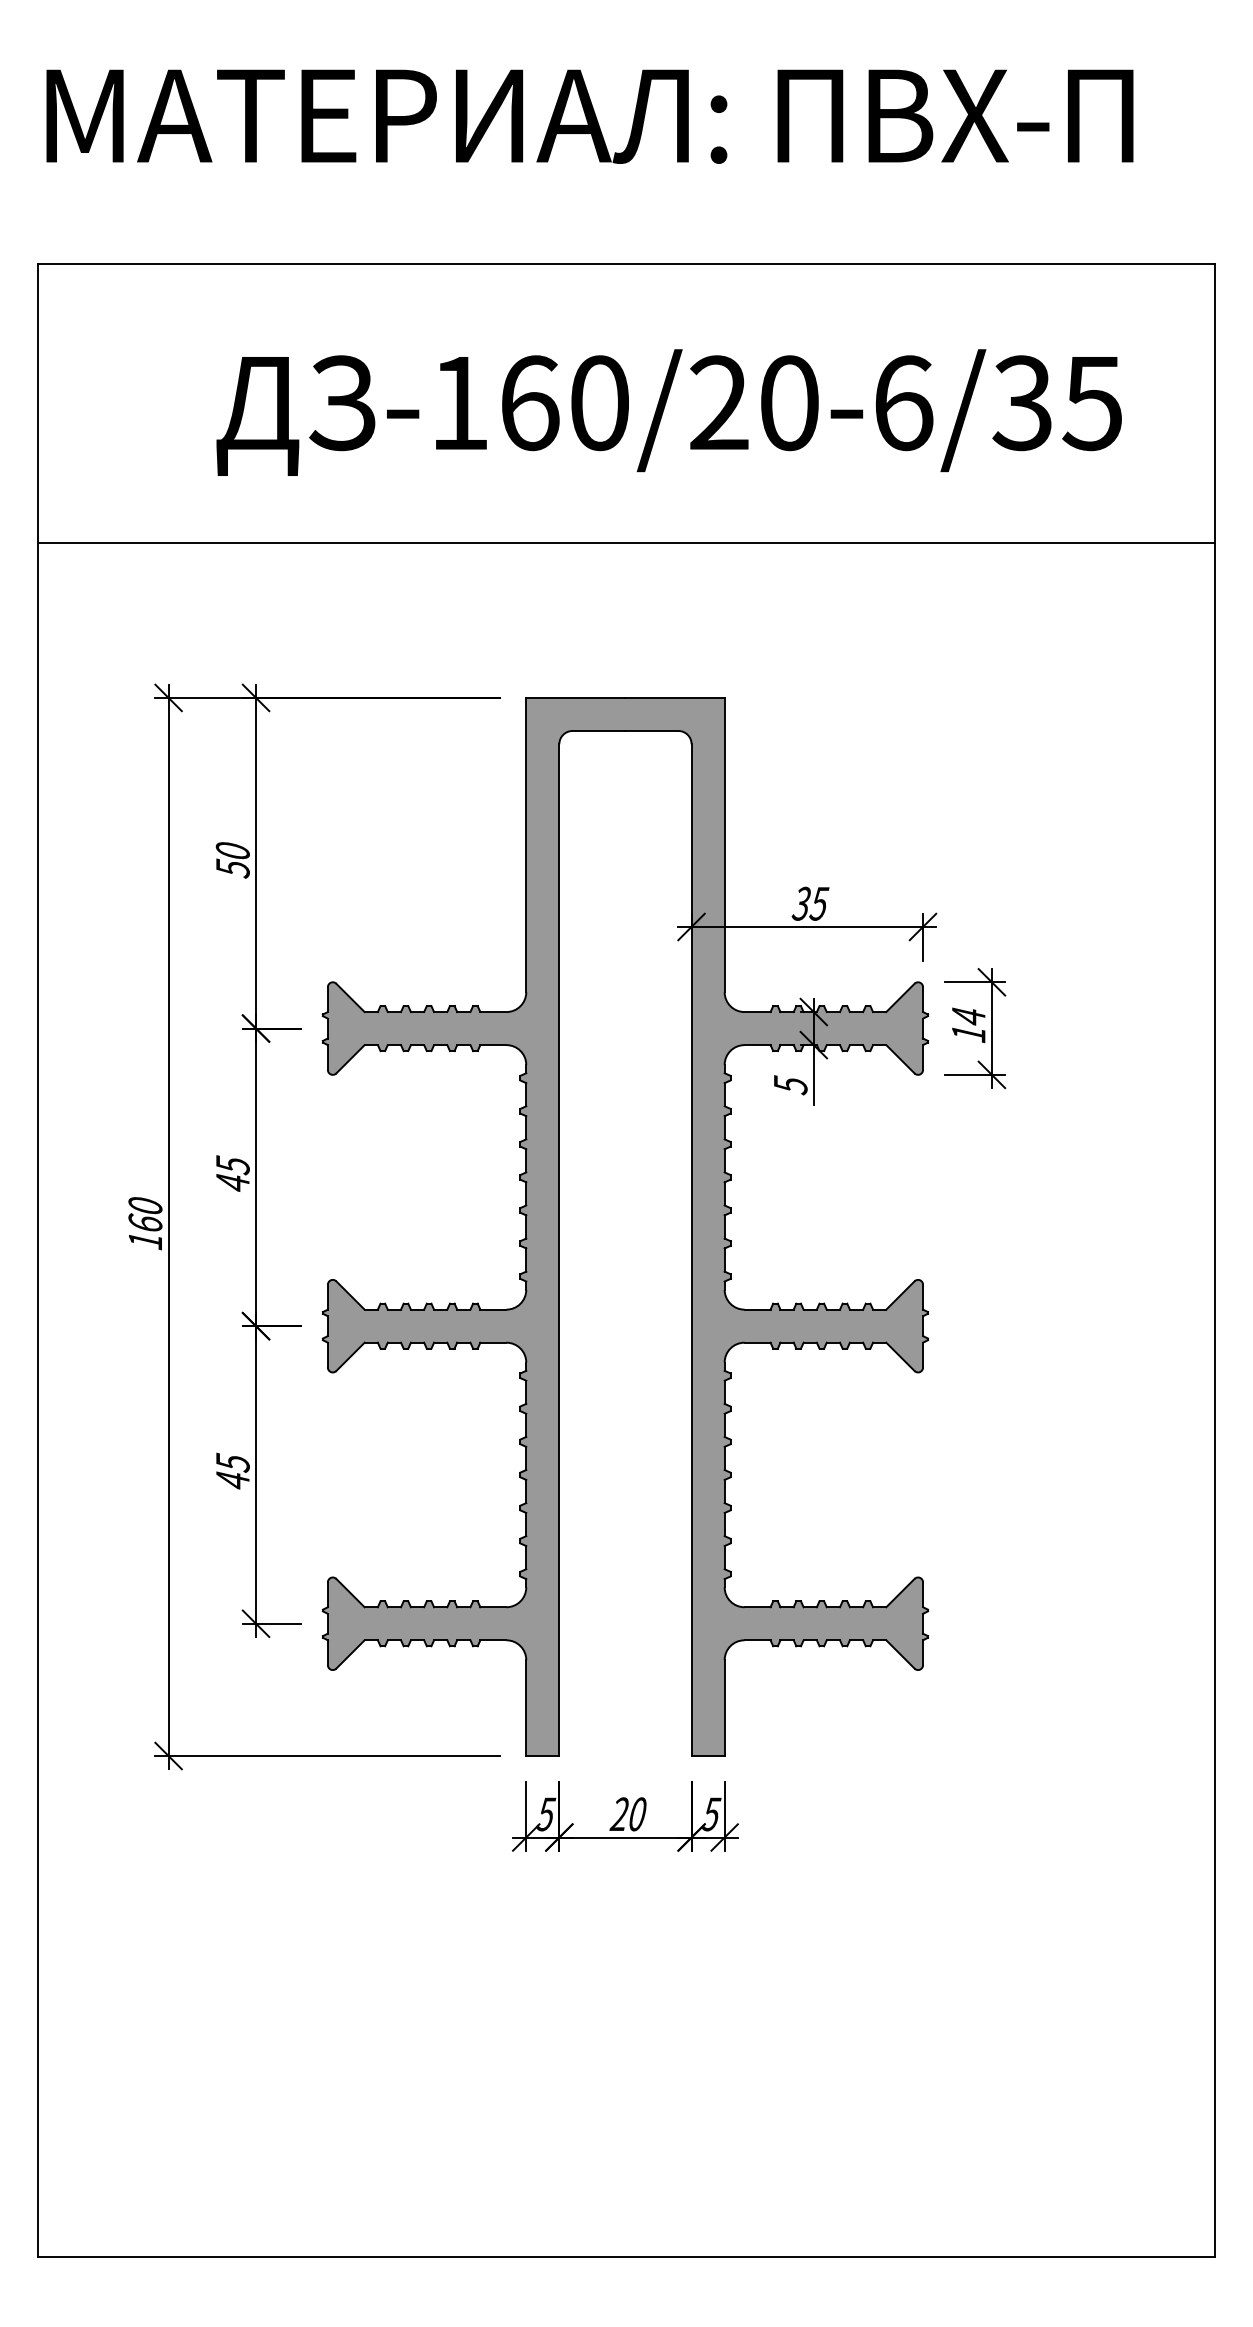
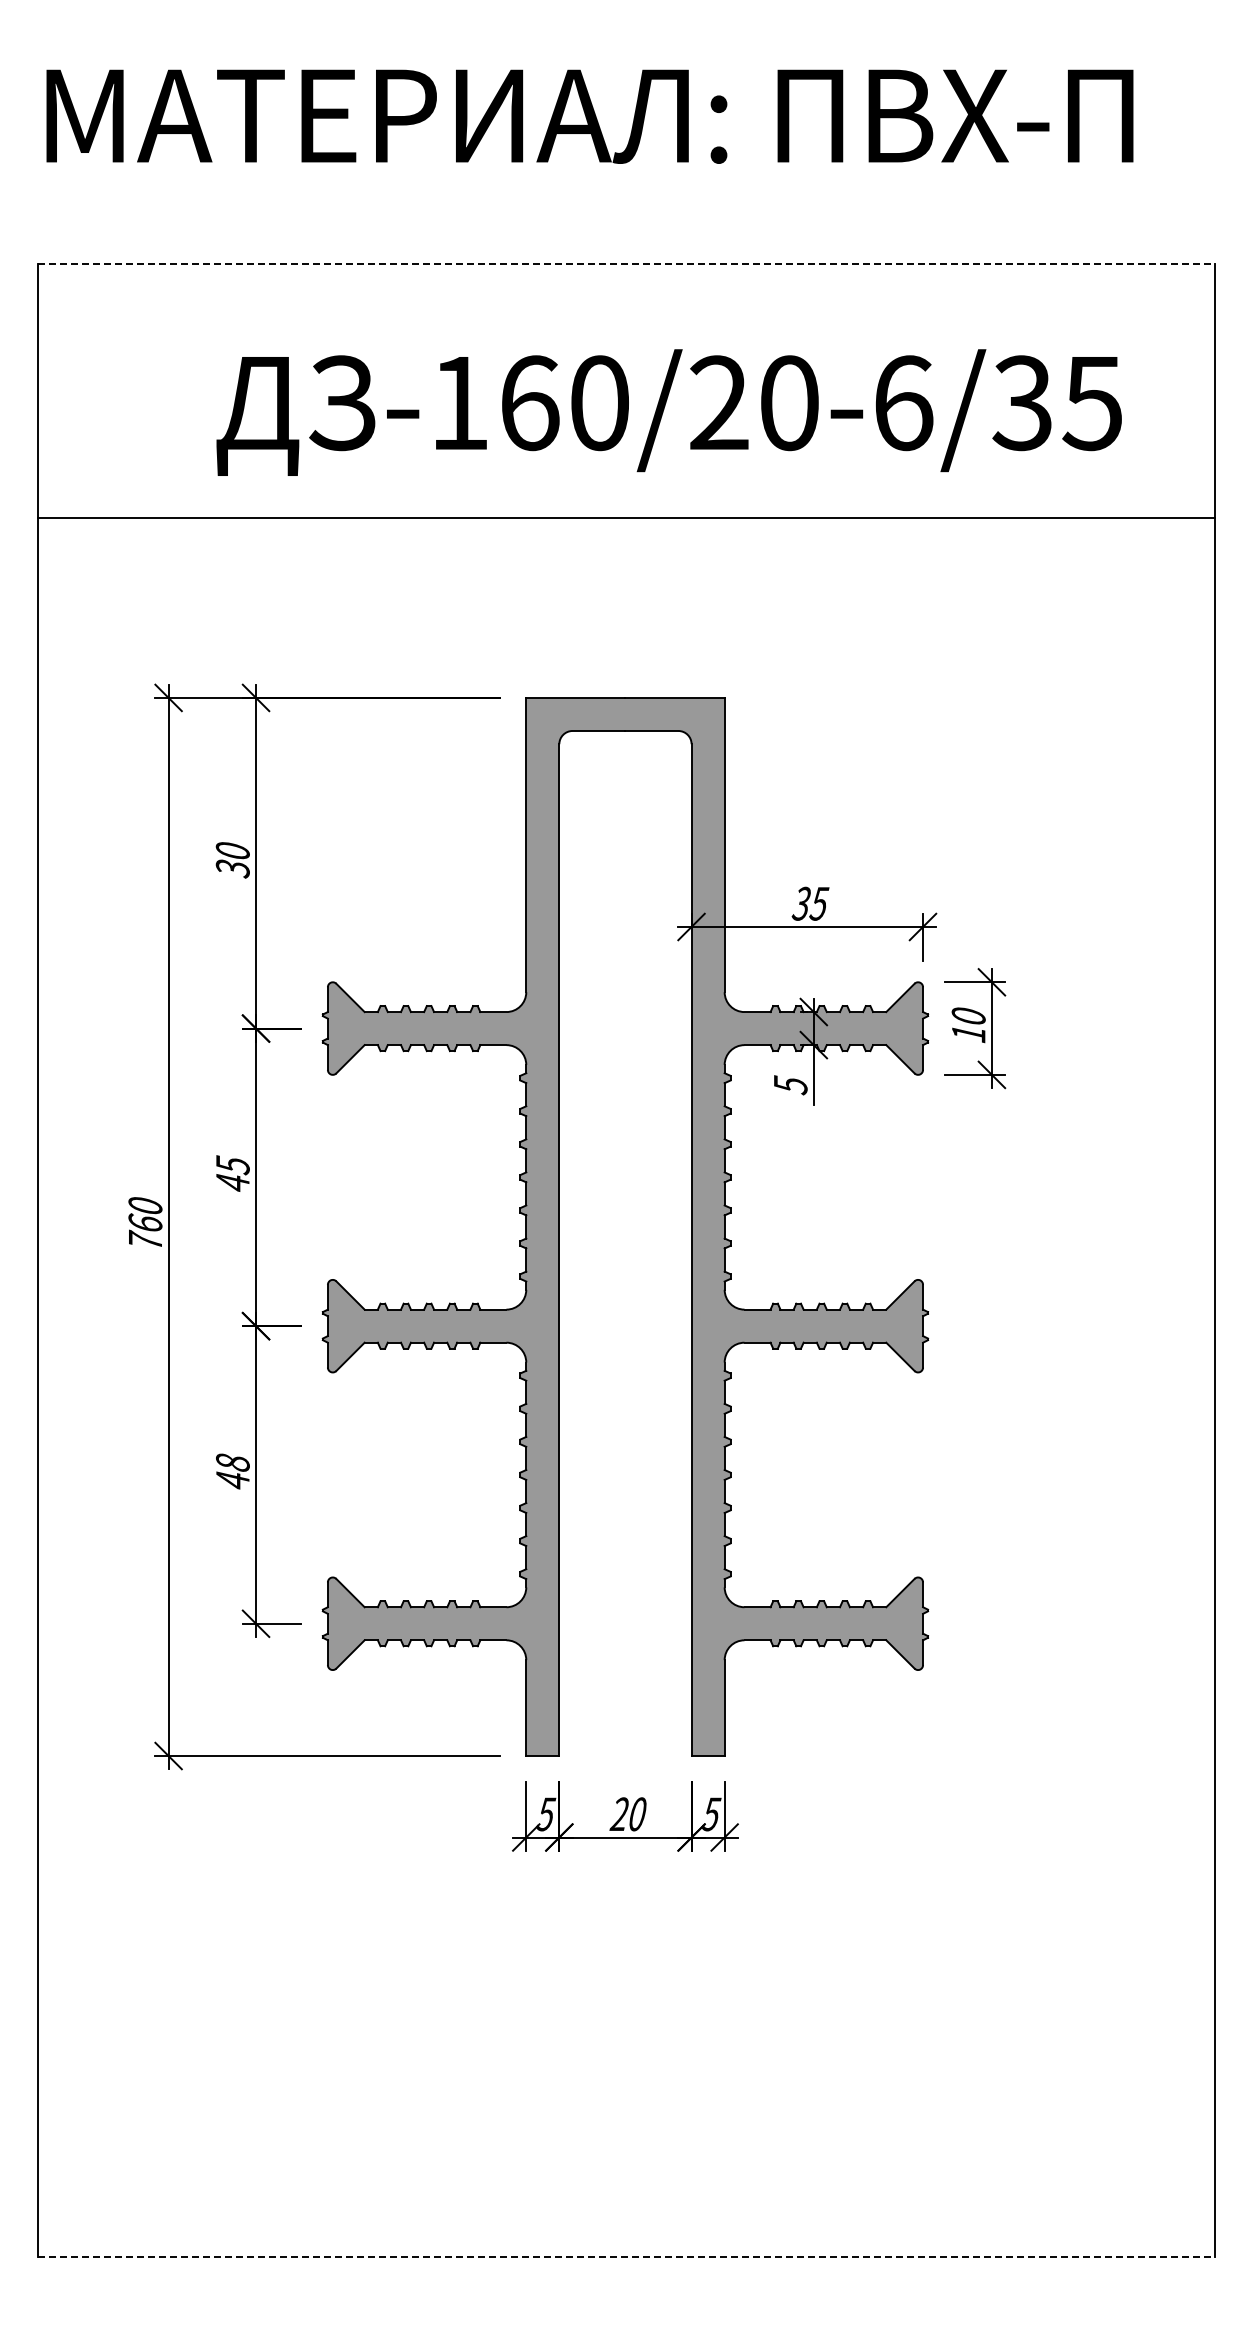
line at (626, 264): solid -> dashed
line at (626, 543) position: (626, 543) -> (626, 518)
text at (232, 868): 50 -> 30
text at (968, 1016): 14 -> 10
text at (145, 1239): 160 -> 760
text at (232, 1462): 45 -> 48
line at (626, 2257): solid -> dashed
